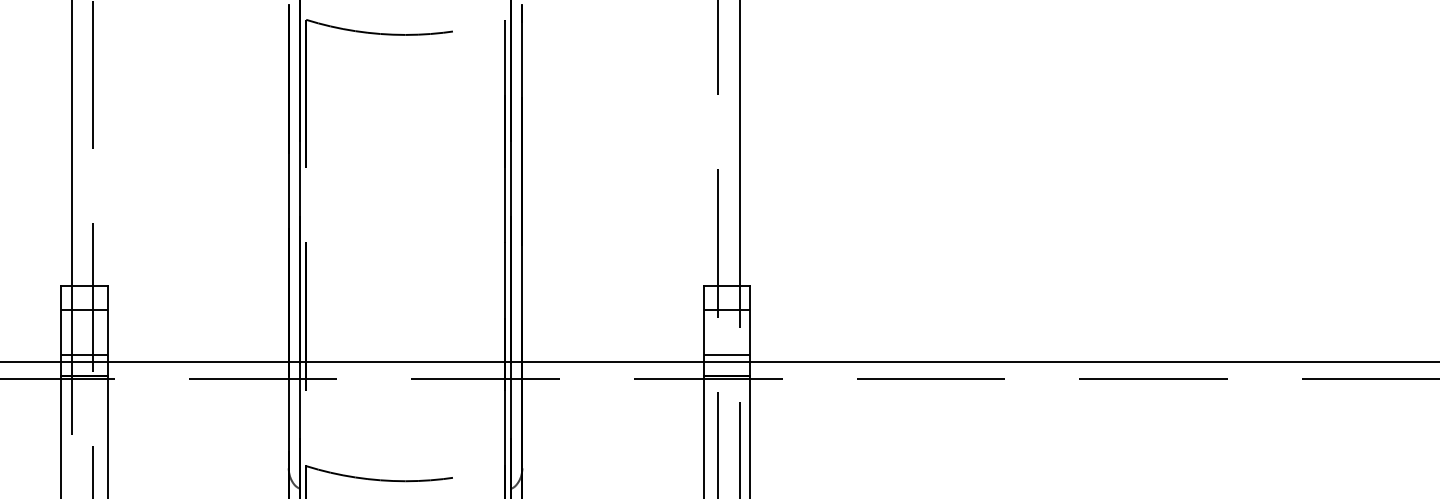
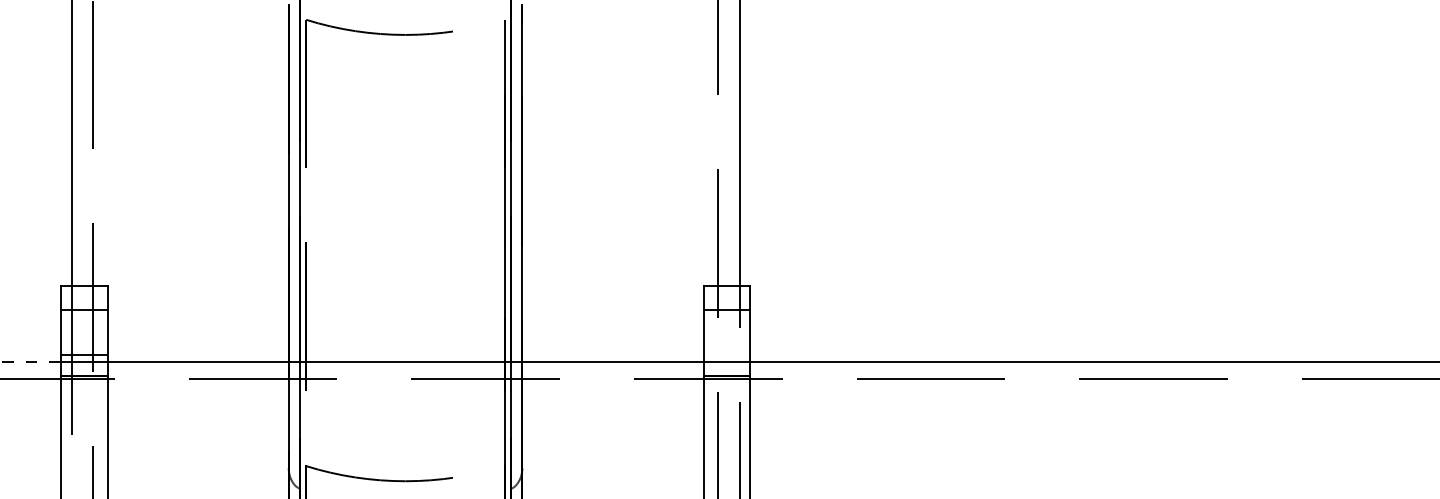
line at (726, 354): present -> none
line at (30, 362): solid -> dashed
